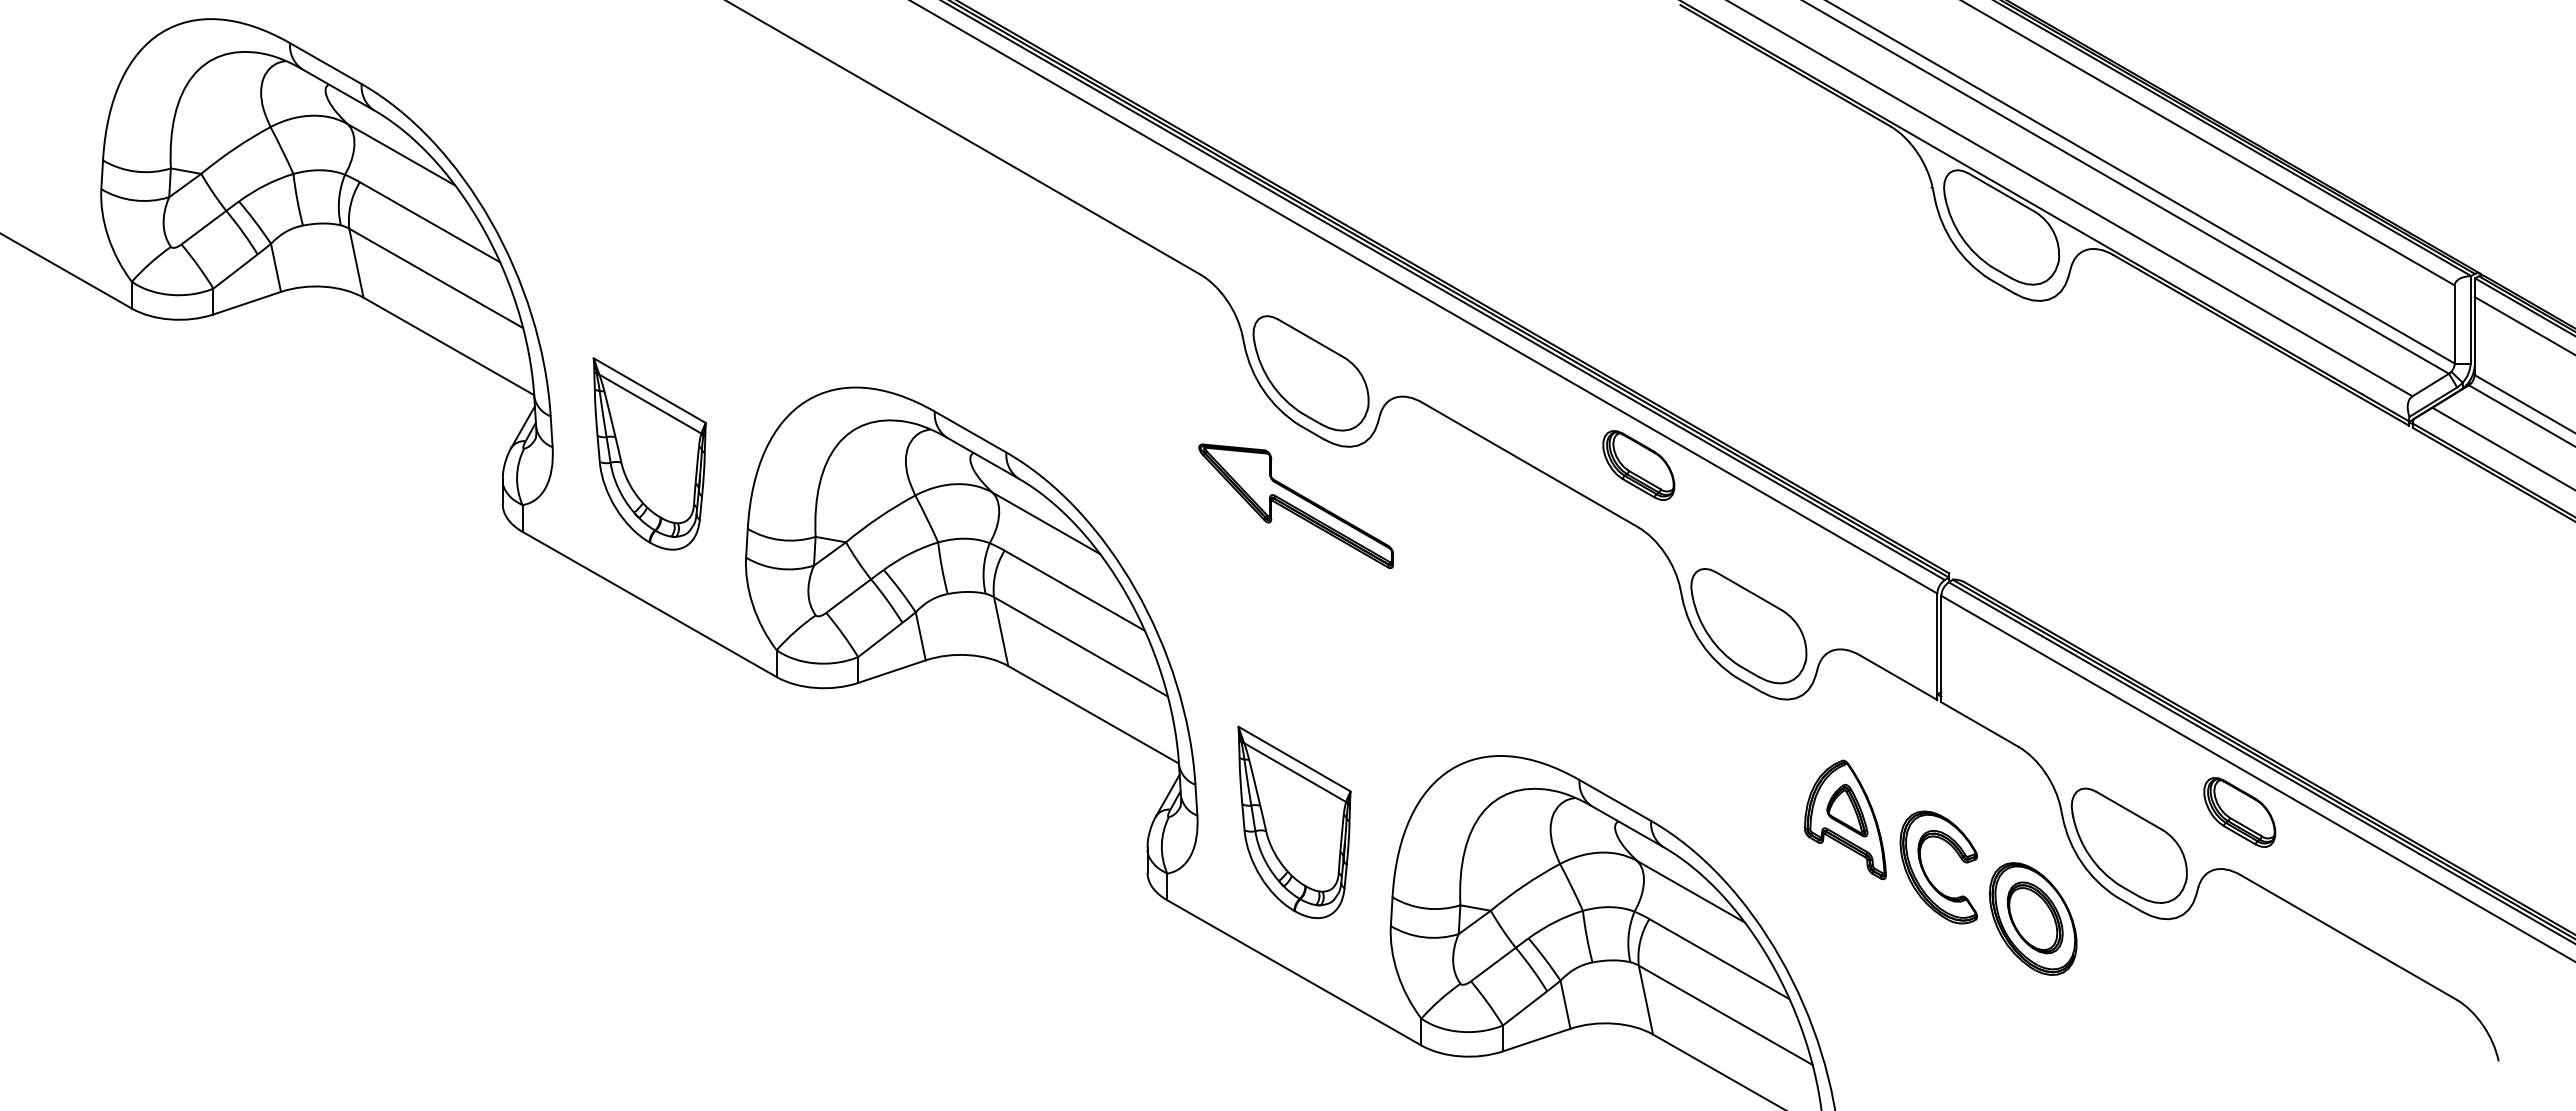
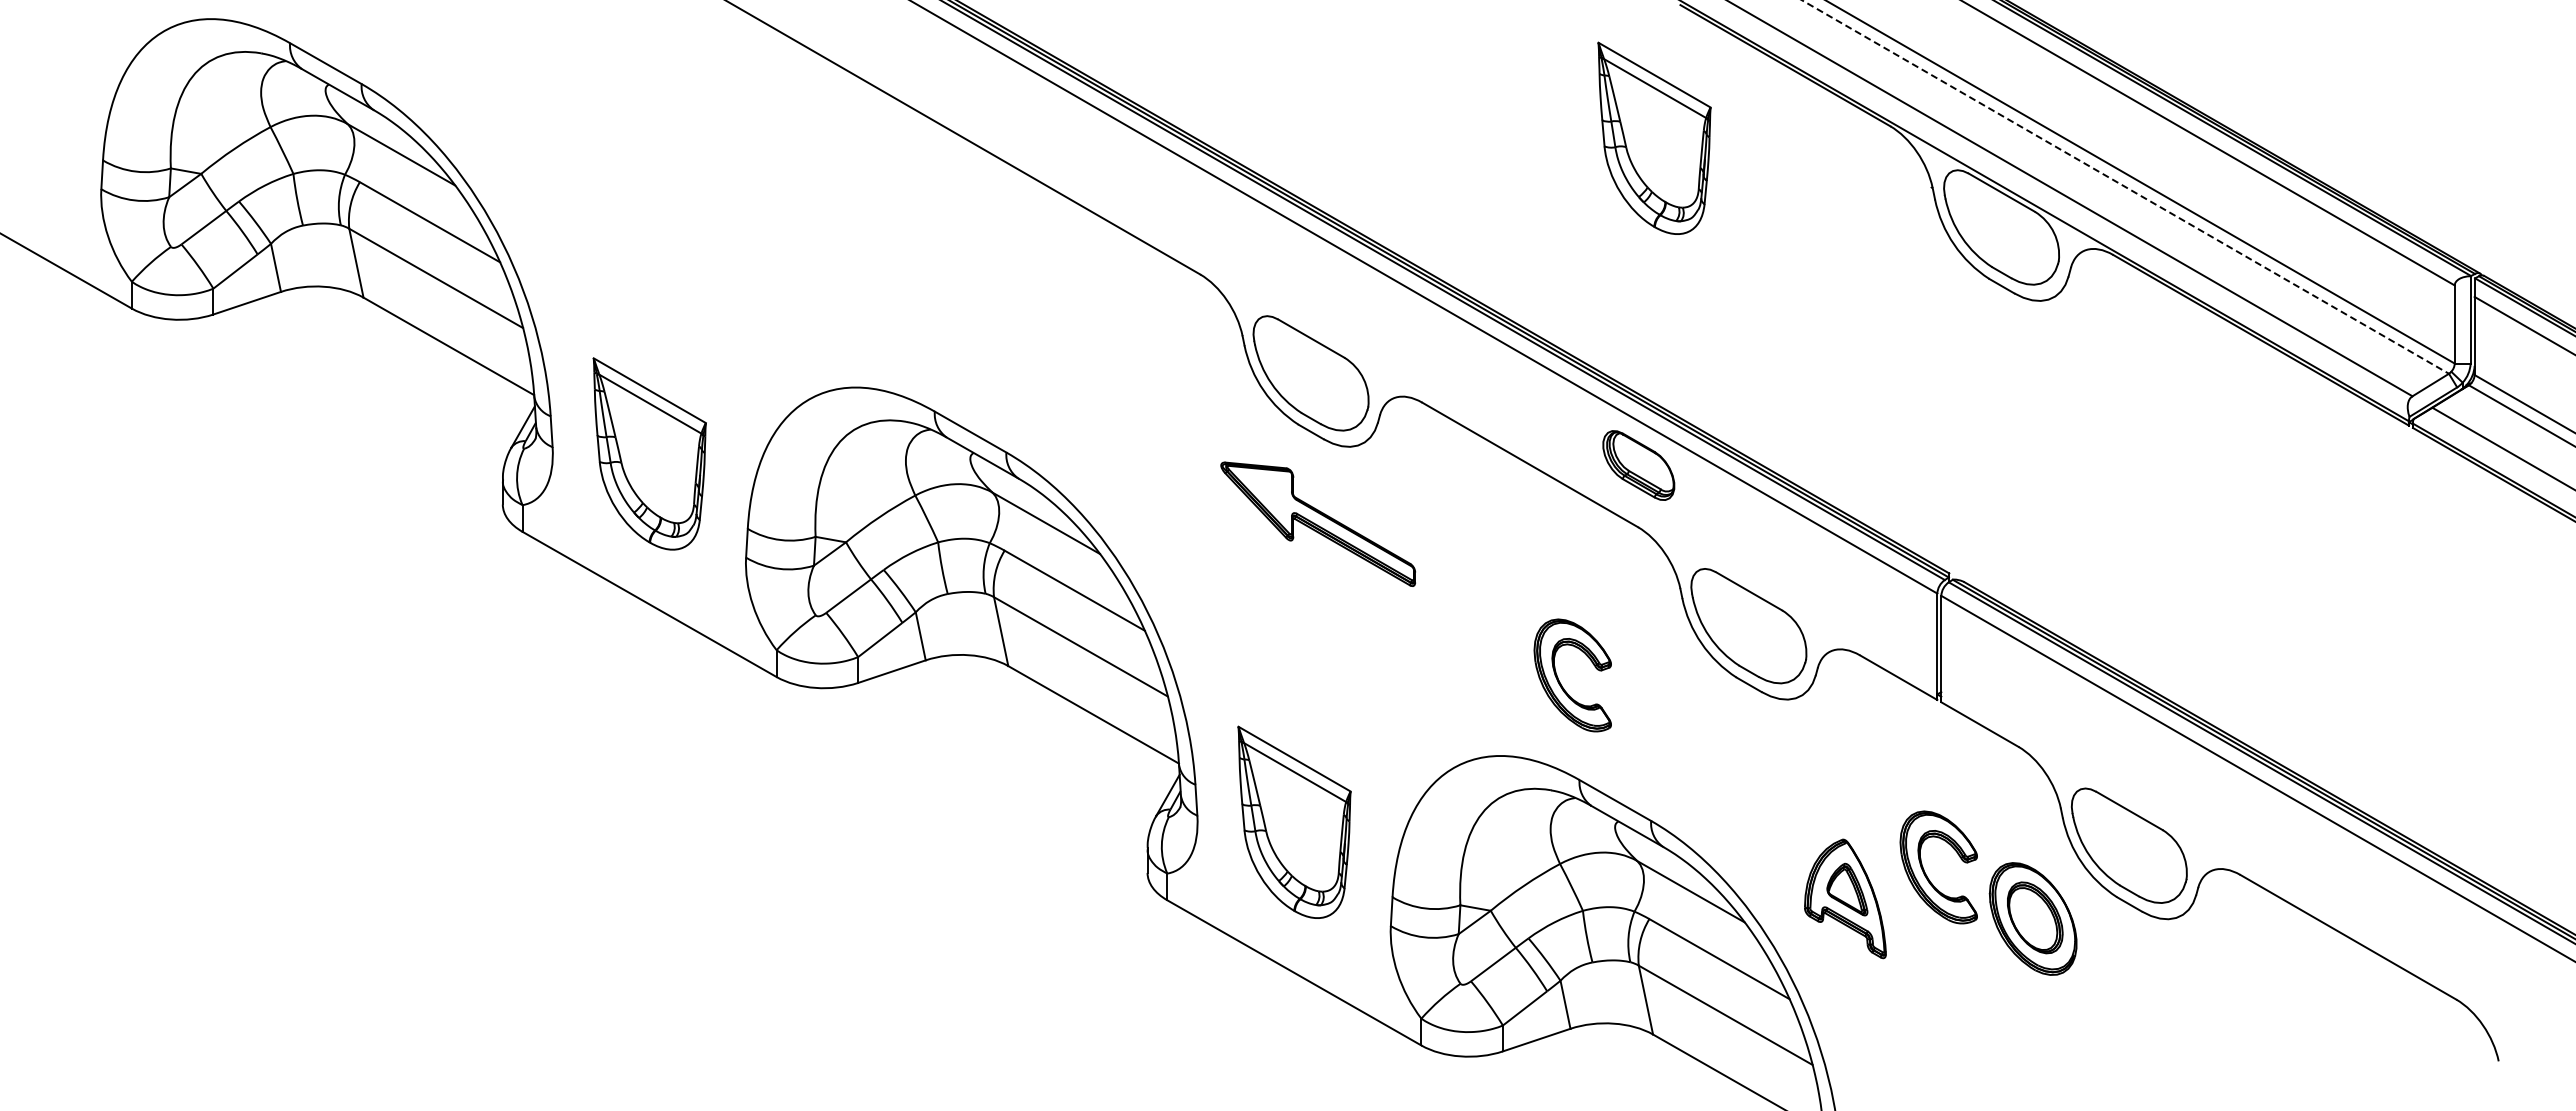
part at (1654, 137): none -> present
line at (2126, 187): solid -> dashed
part at (1295, 505) position: (1295, 505) -> (1317, 523)
part at (1561, 683): none -> present
part at (2239, 812): present -> none
part at (1845, 819) position: (1845, 819) -> (1845, 898)
